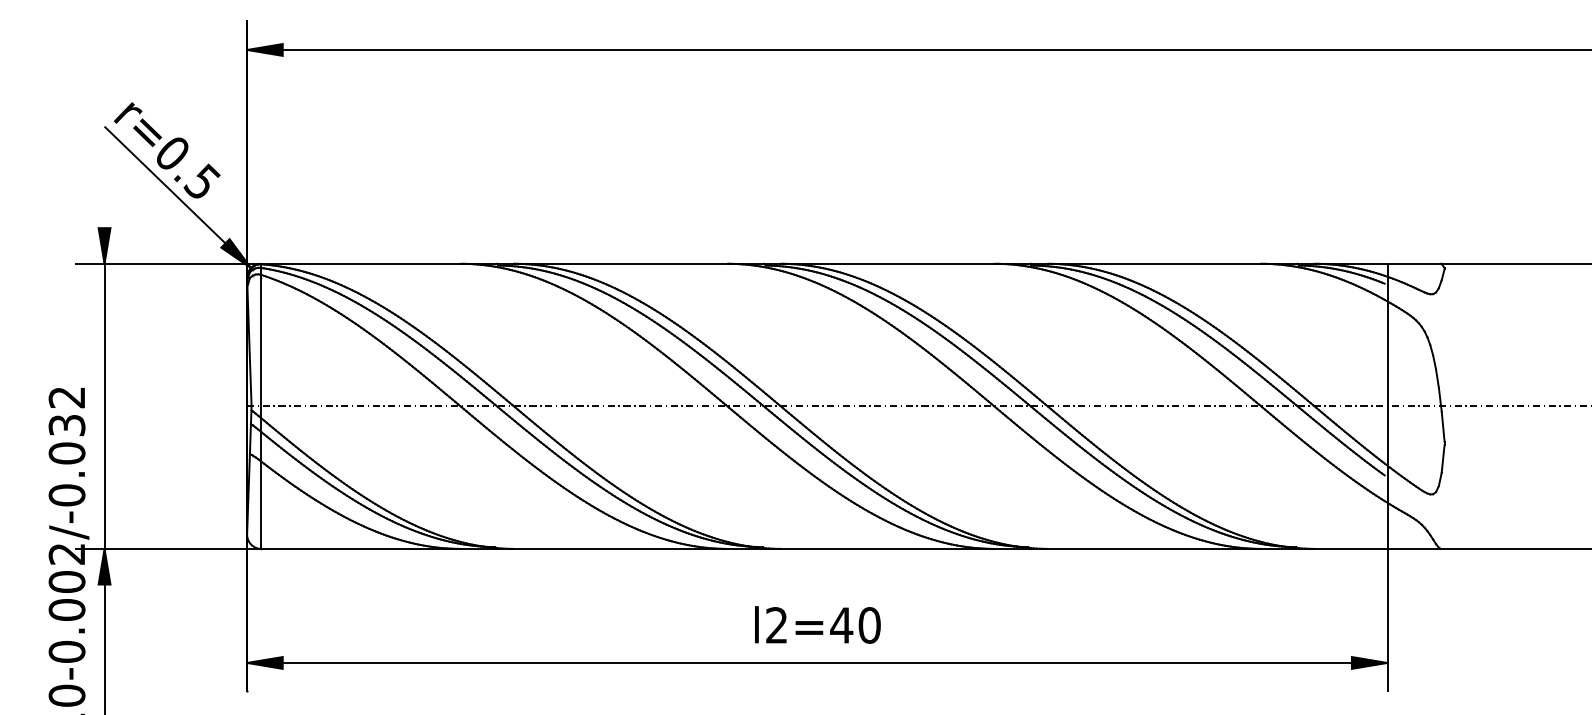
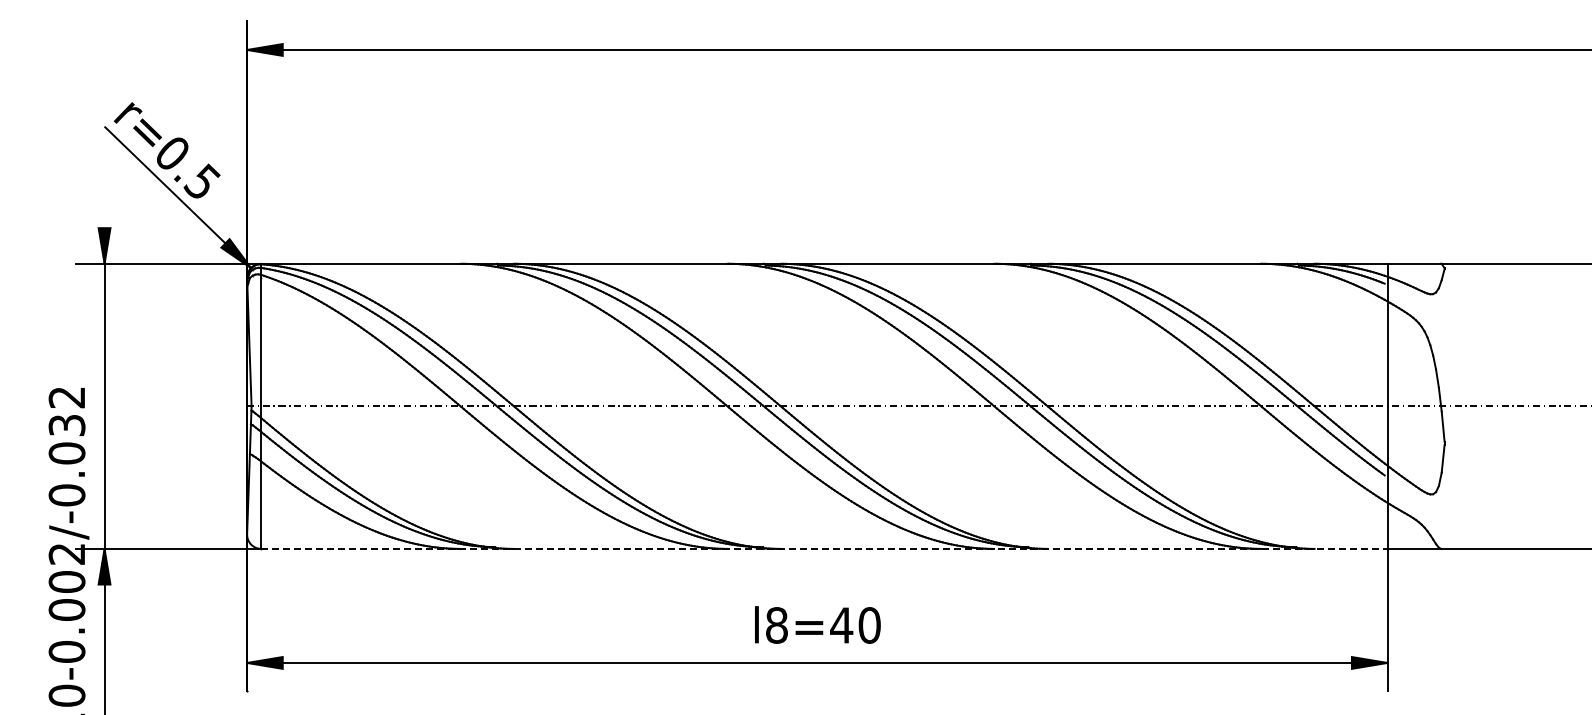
line at (824, 548): solid -> dashed
text at (776, 625): l2=40 -> l8=40
